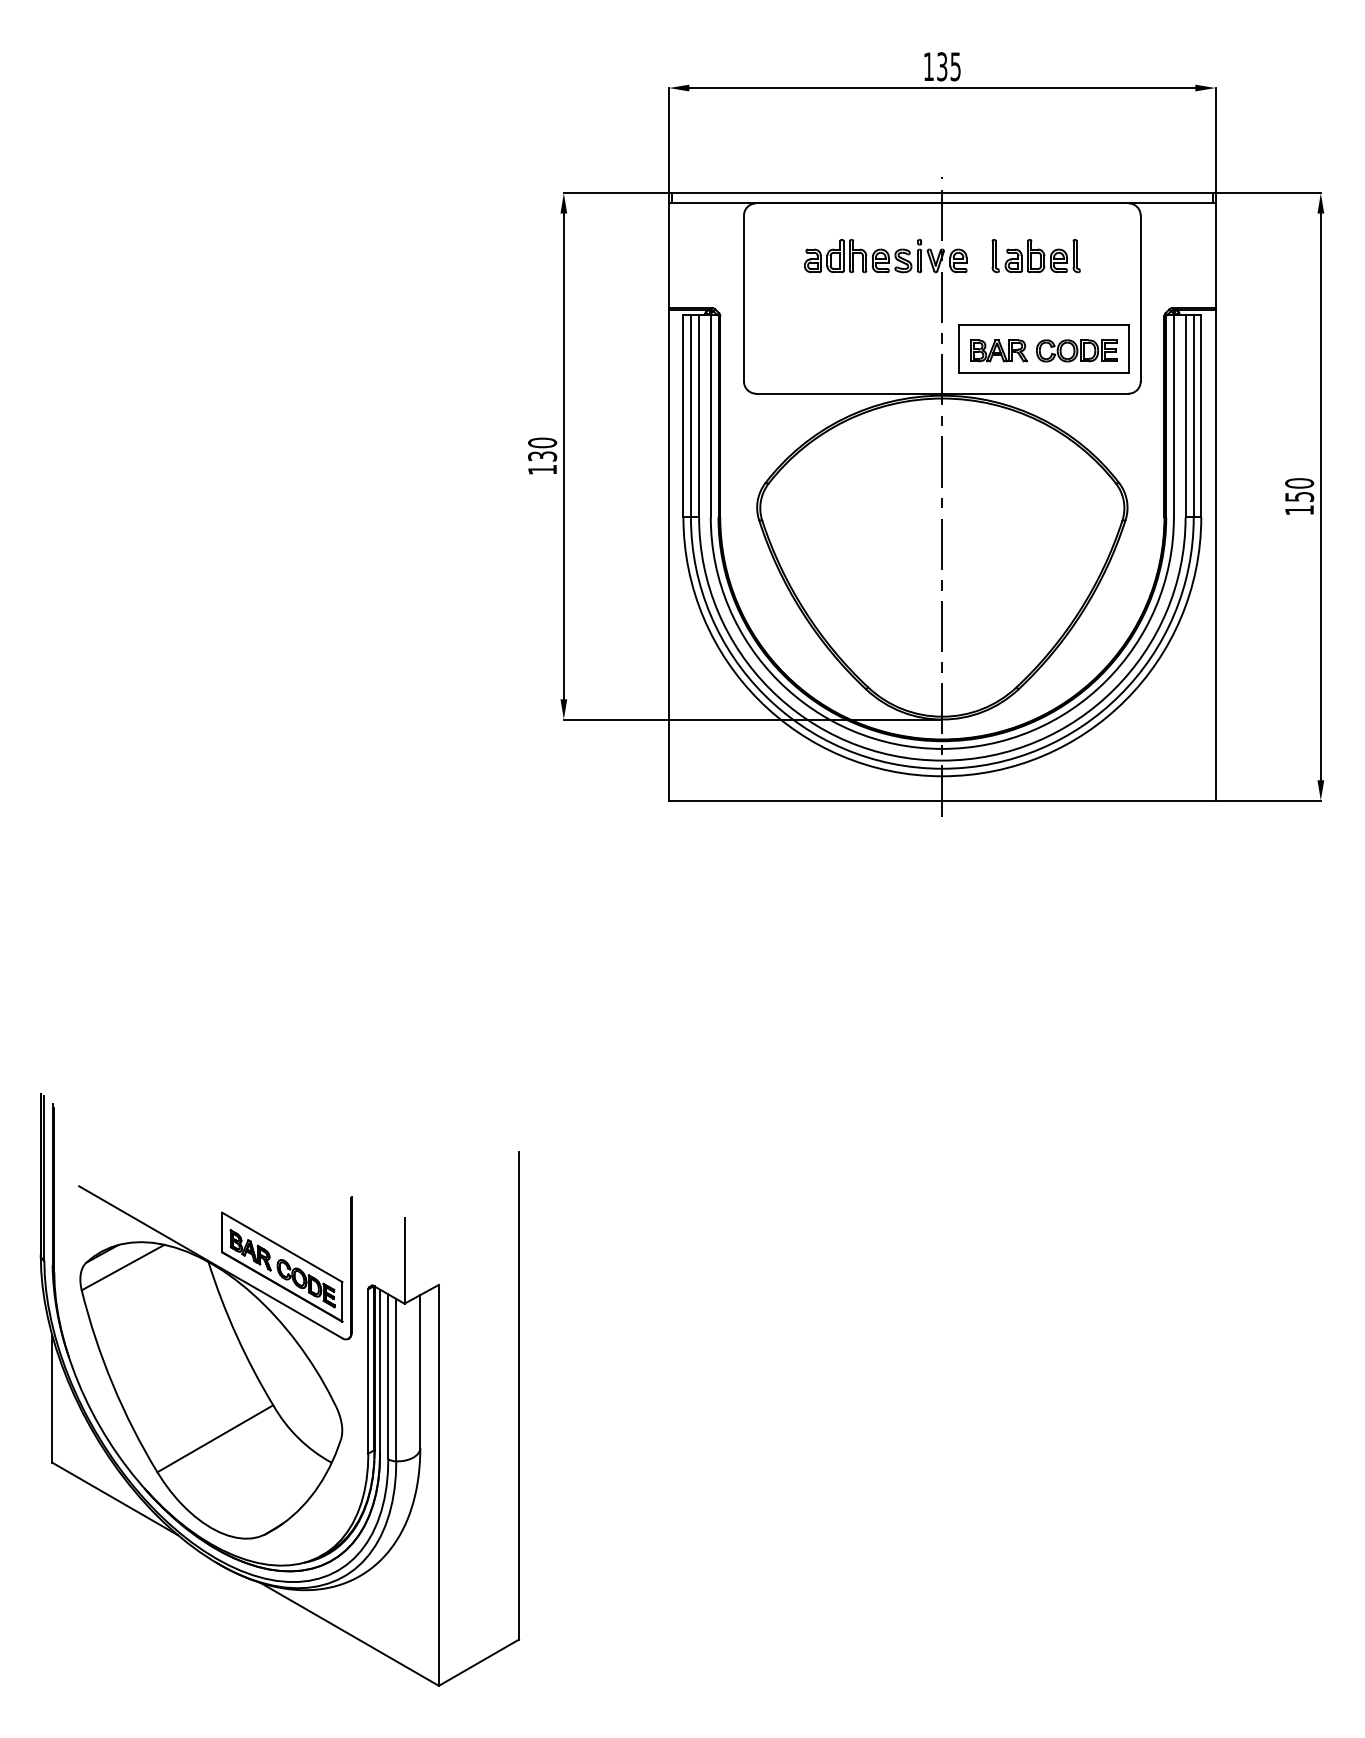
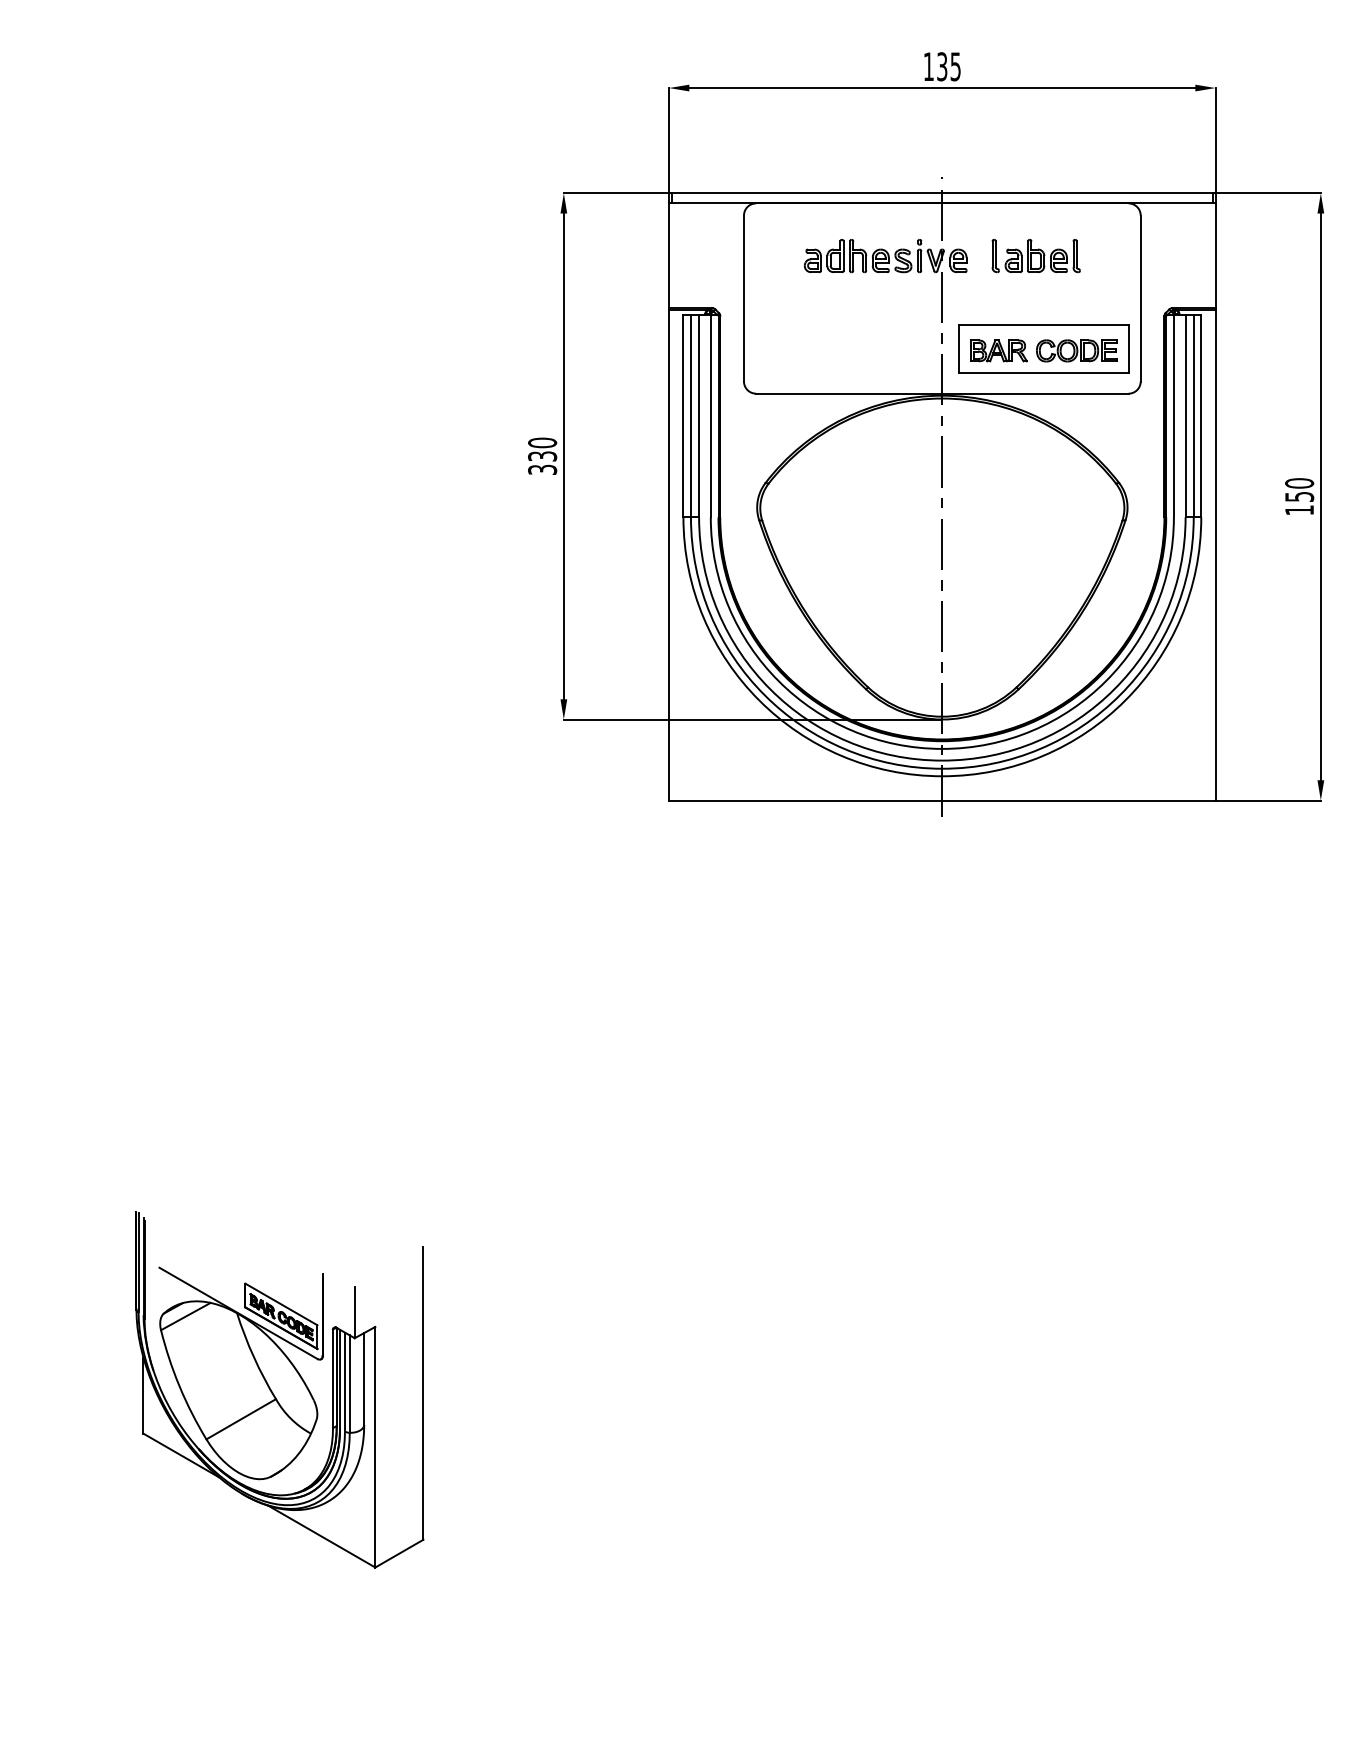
text at (542, 469): 130 -> 330
part at (279, 1389) size: 482x594 px -> 290x358 px
